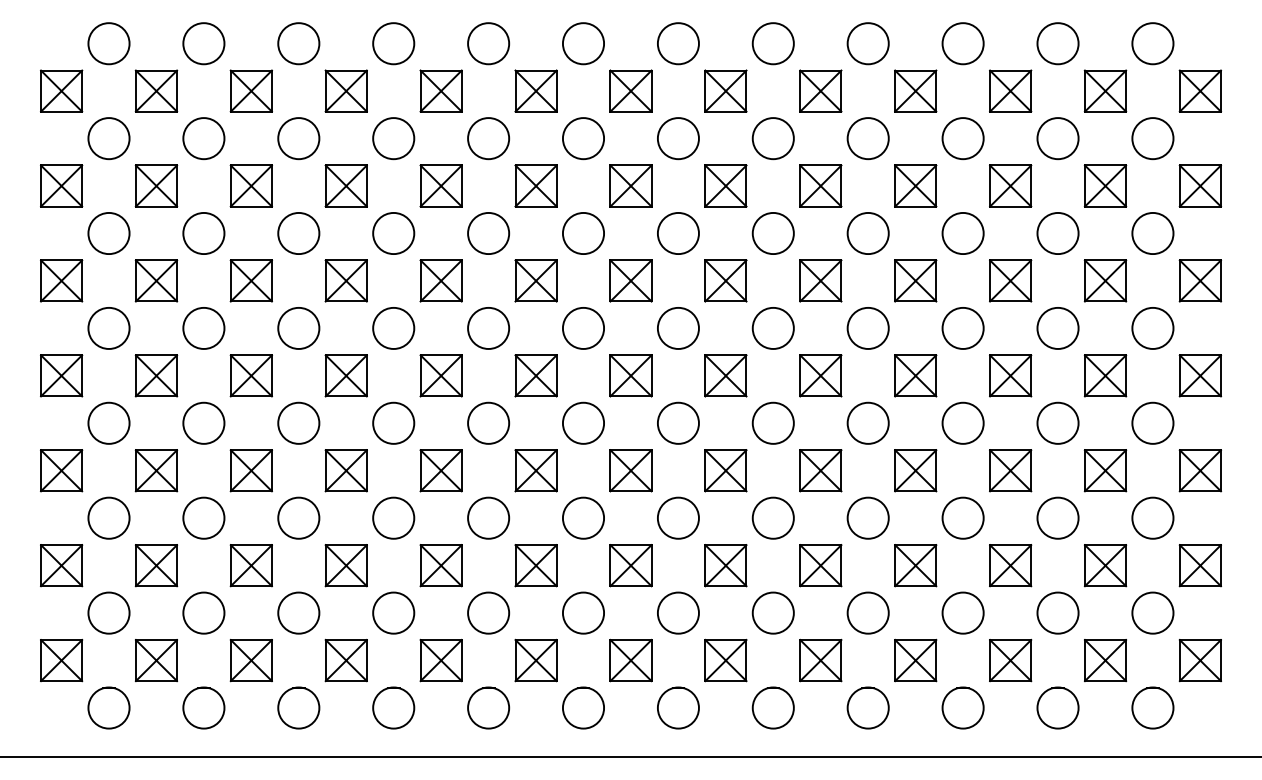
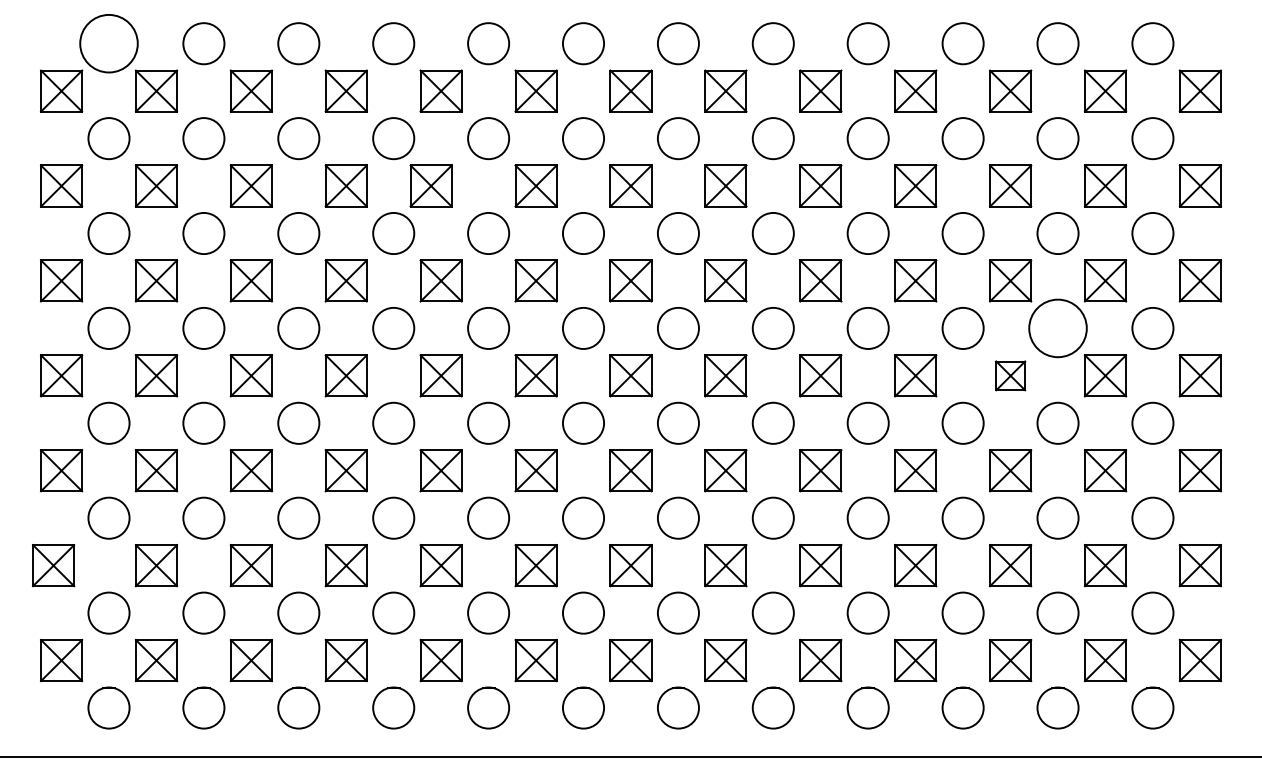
circle at (108, 43) diameter: 41 px -> 58 px
part at (440, 185) position: (440, 185) -> (430, 185)
circle at (1057, 327) diameter: 41 px -> 58 px
part at (1010, 375) size: 44x44 px -> 32x32 px
part at (61, 565) position: (61, 565) -> (53, 565)
